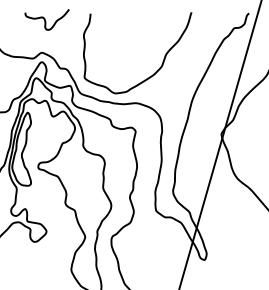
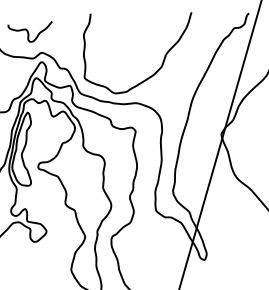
curve at (45, 19) position: (45, 19) -> (28, 31)
